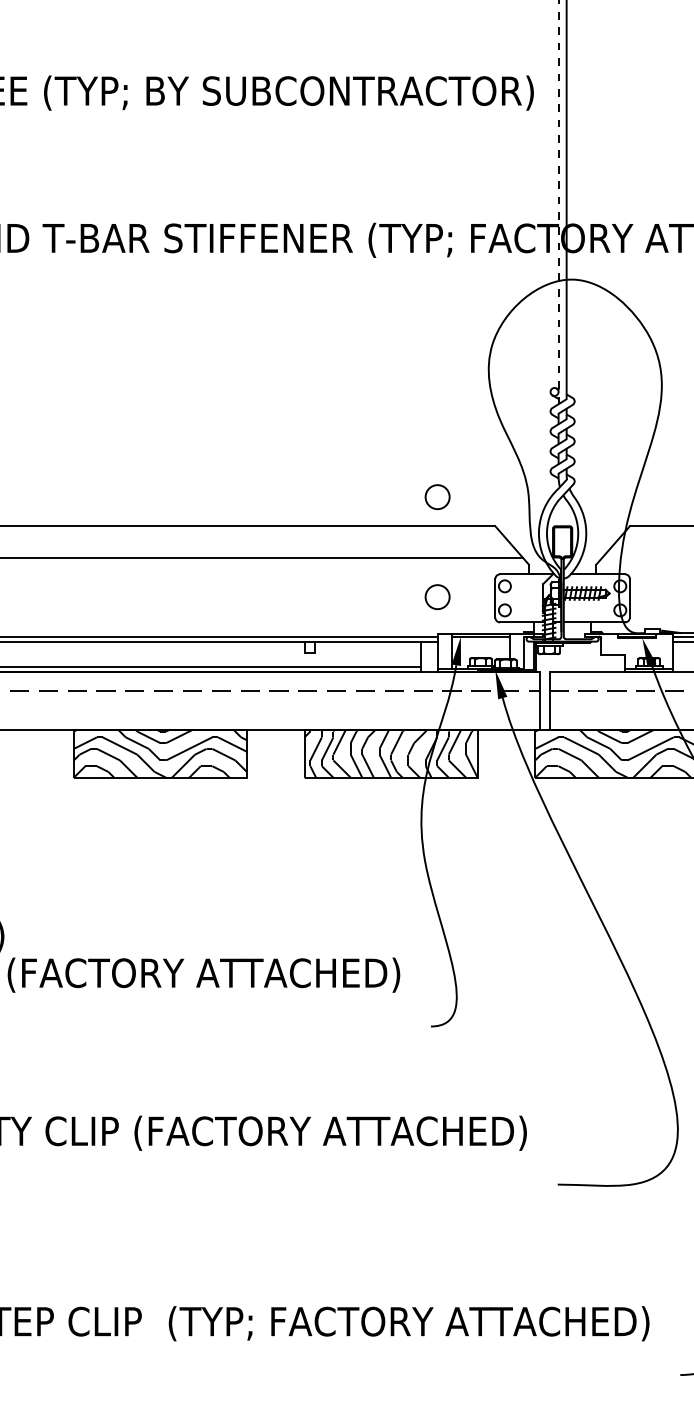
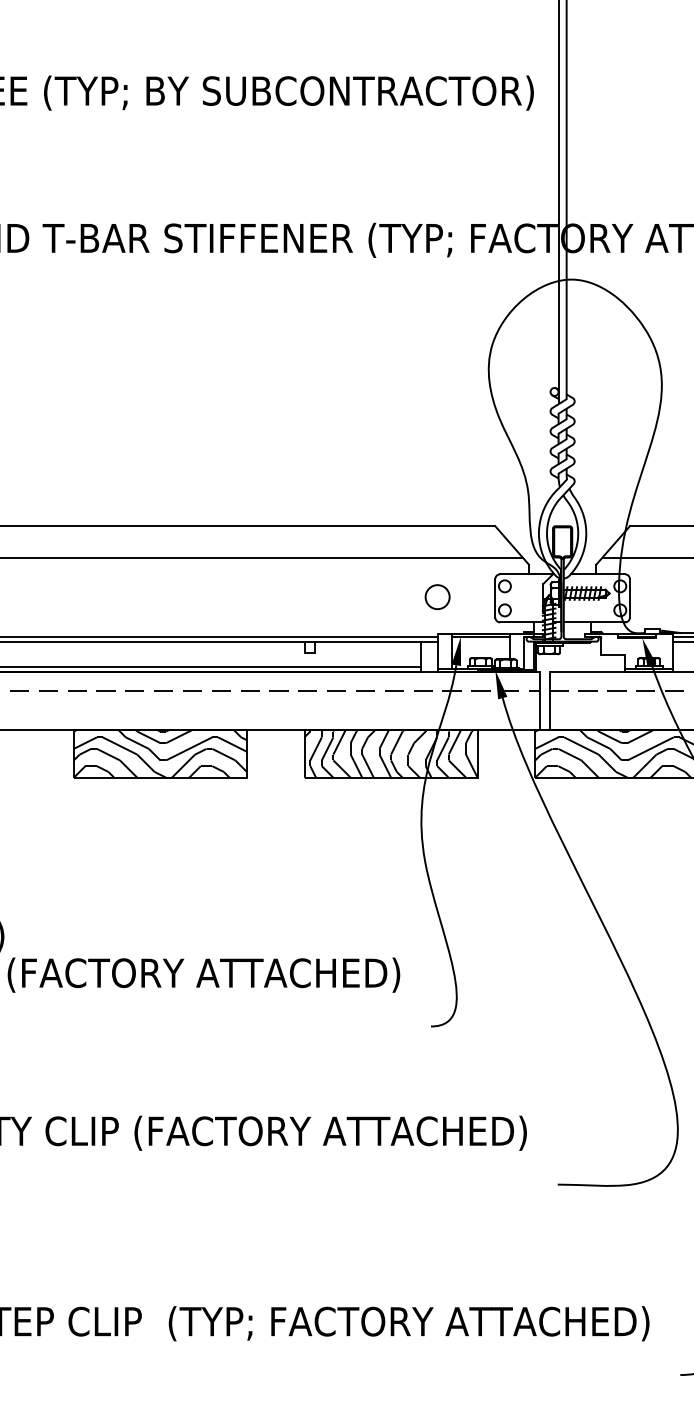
line at (558, 202): dashed -> solid
circle at (437, 497): present -> none
line at (646, 557): none -> present
